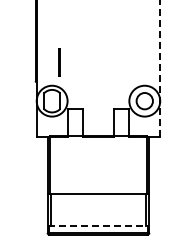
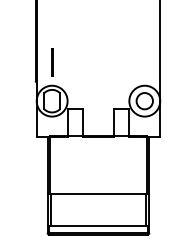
line at (59, 62) position: (59, 62) -> (52, 62)
line at (160, 68): dashed -> solid
line at (98, 225): dashed -> solid
